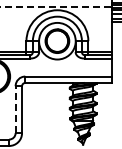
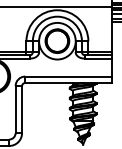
line at (56, 6): dashed -> solid
line at (15, 109): dashed -> solid
